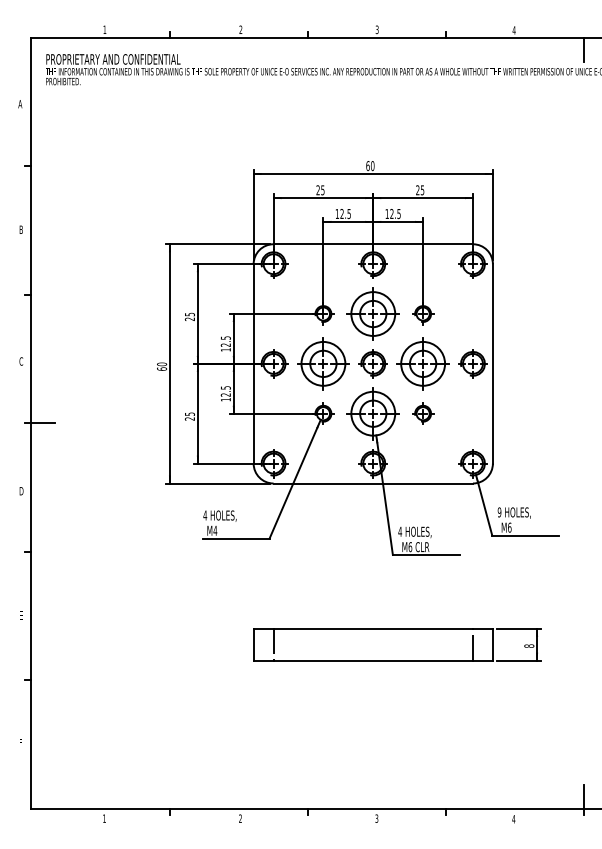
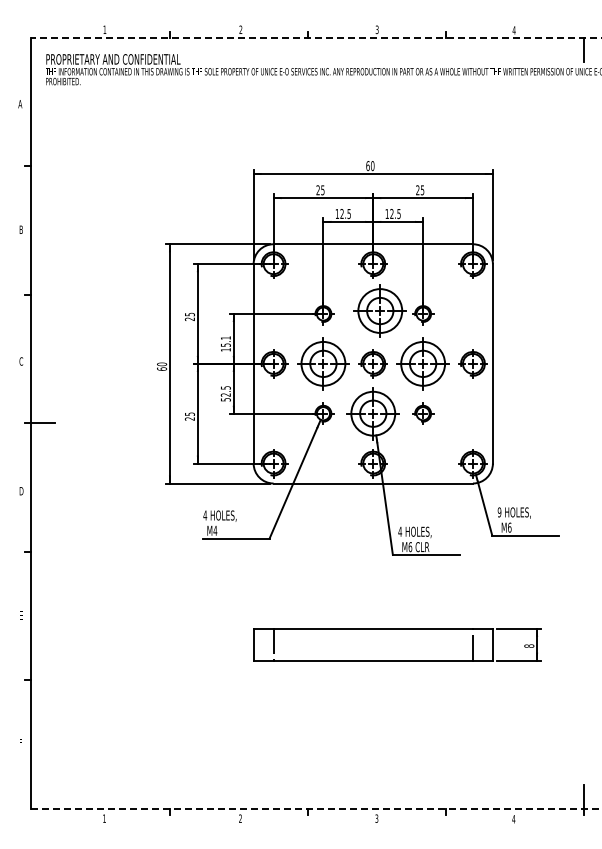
line at (316, 37): solid -> dashed
part at (372, 313) position: (372, 313) -> (379, 310)
text at (225, 341): 12.5 -> 15.1
text at (225, 399): 12.5 -> 52.5
line at (316, 808): solid -> dashed
